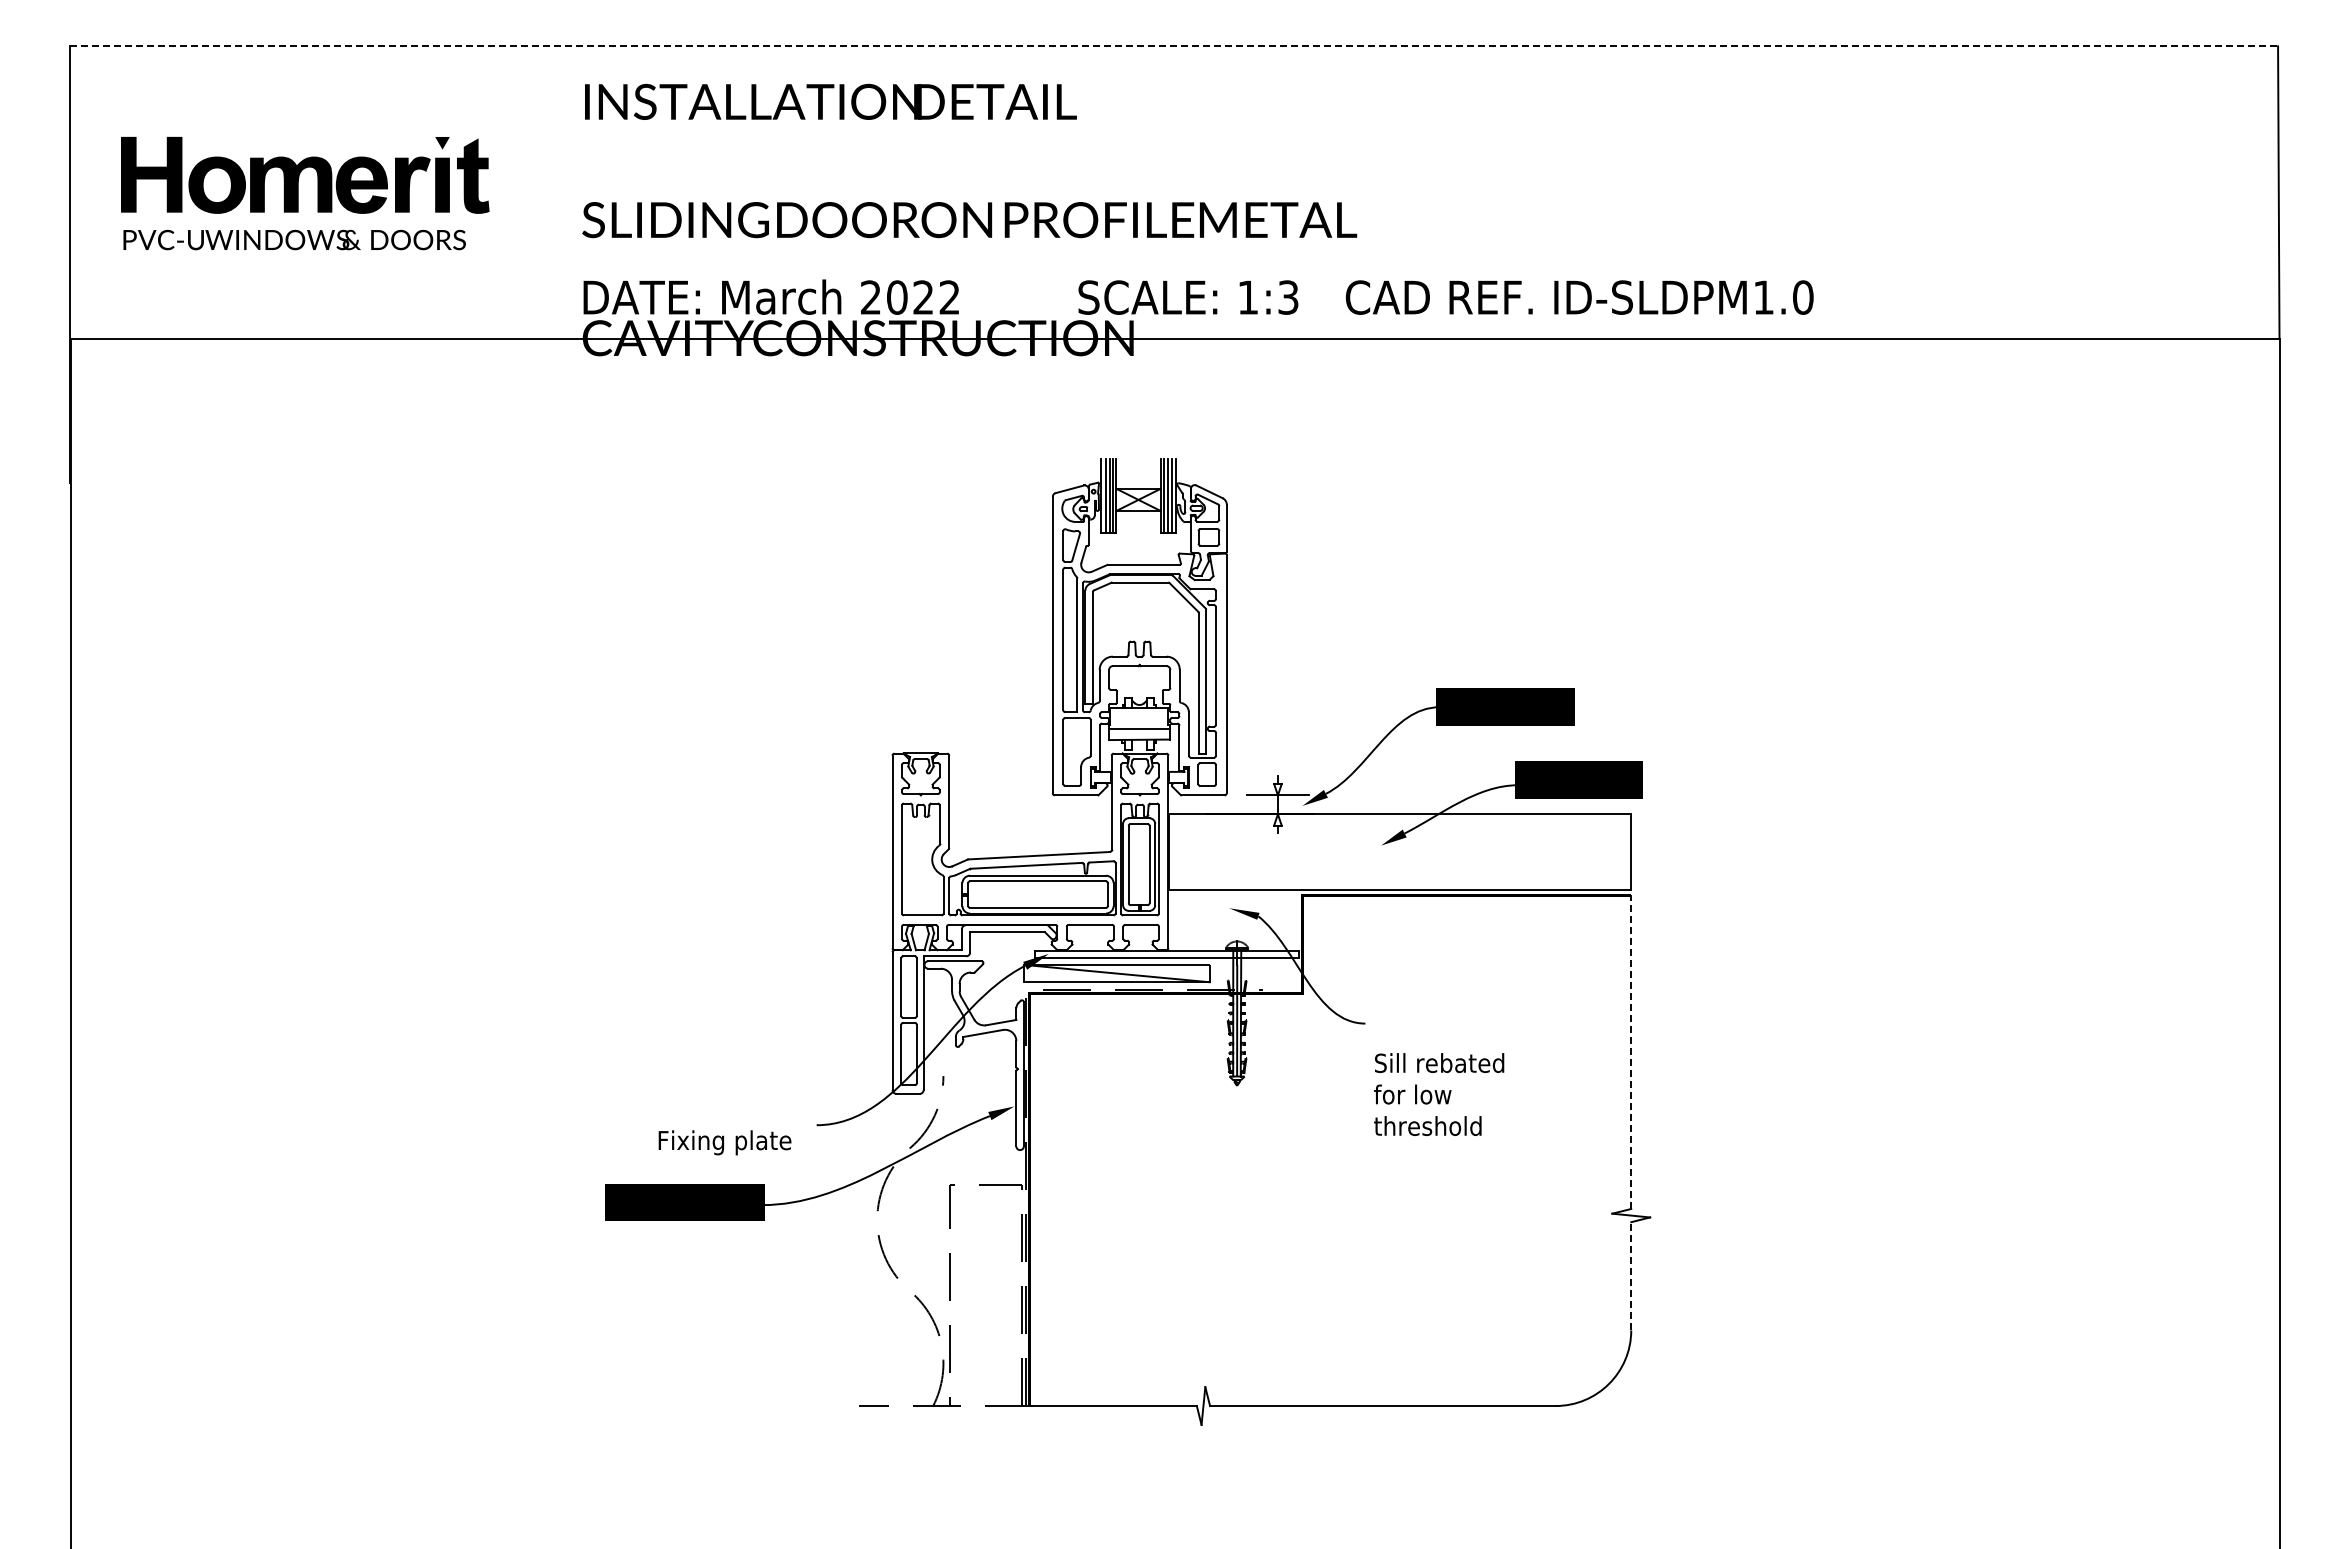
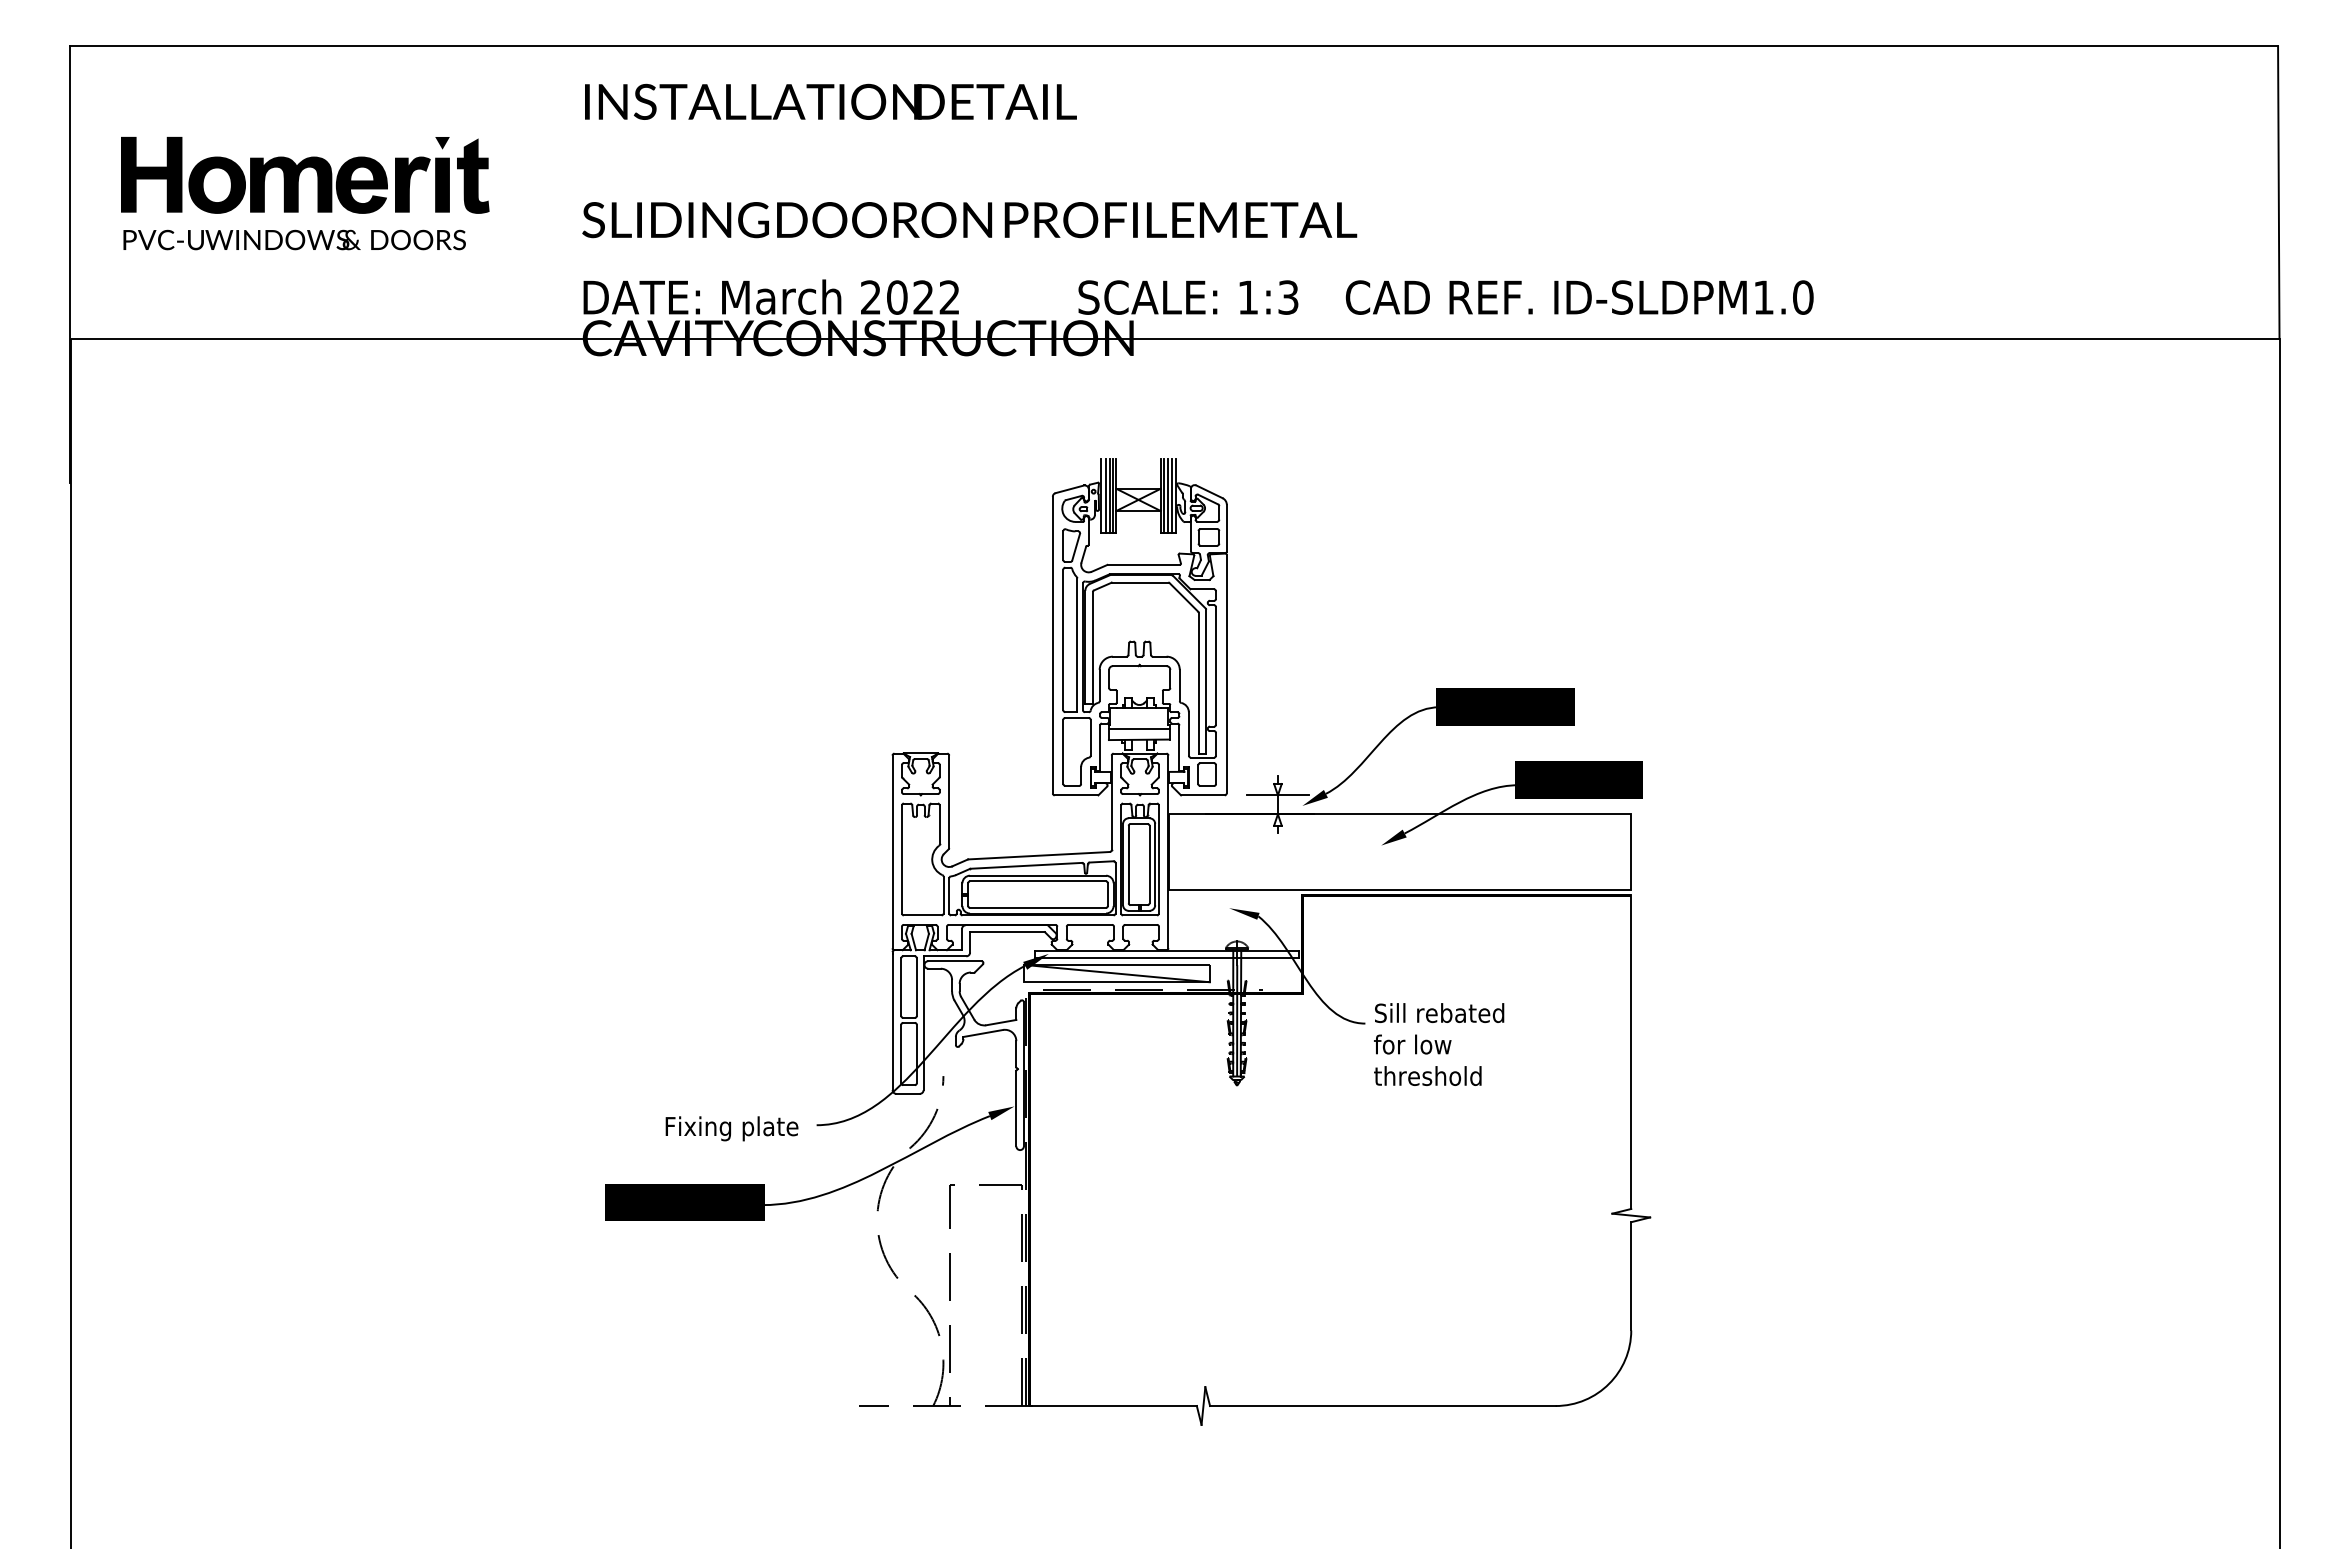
line at (1174, 46): dashed -> solid
line at (1631, 1051): dashed -> solid
text at (1439, 1094) position: (1439, 1094) -> (1439, 1044)
text at (724, 1142) position: (724, 1142) -> (731, 1128)
line at (1631, 1275): dashed -> solid
